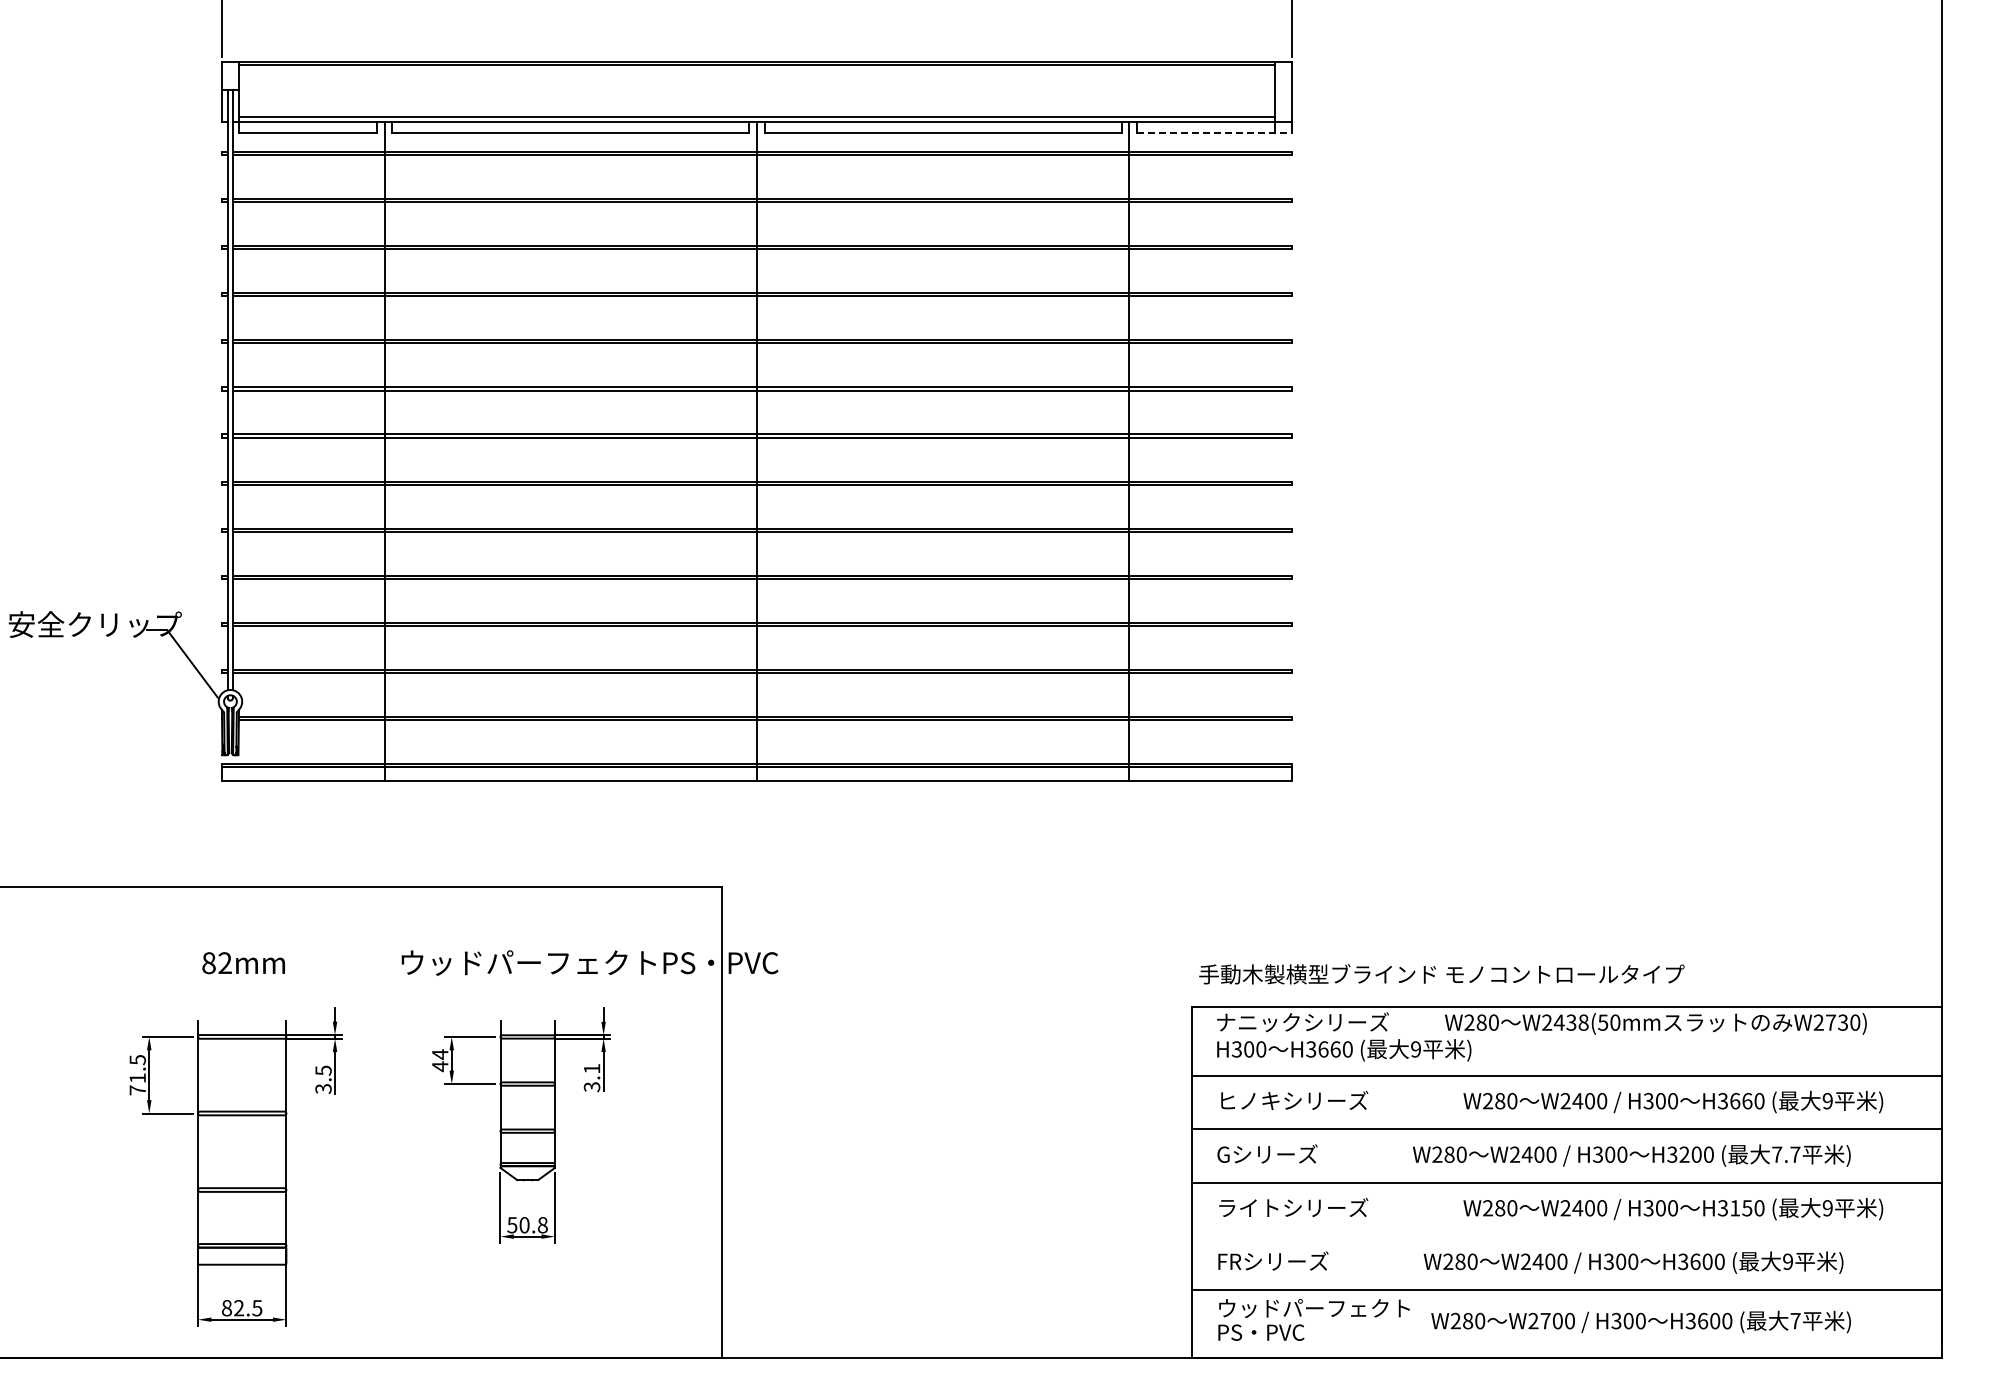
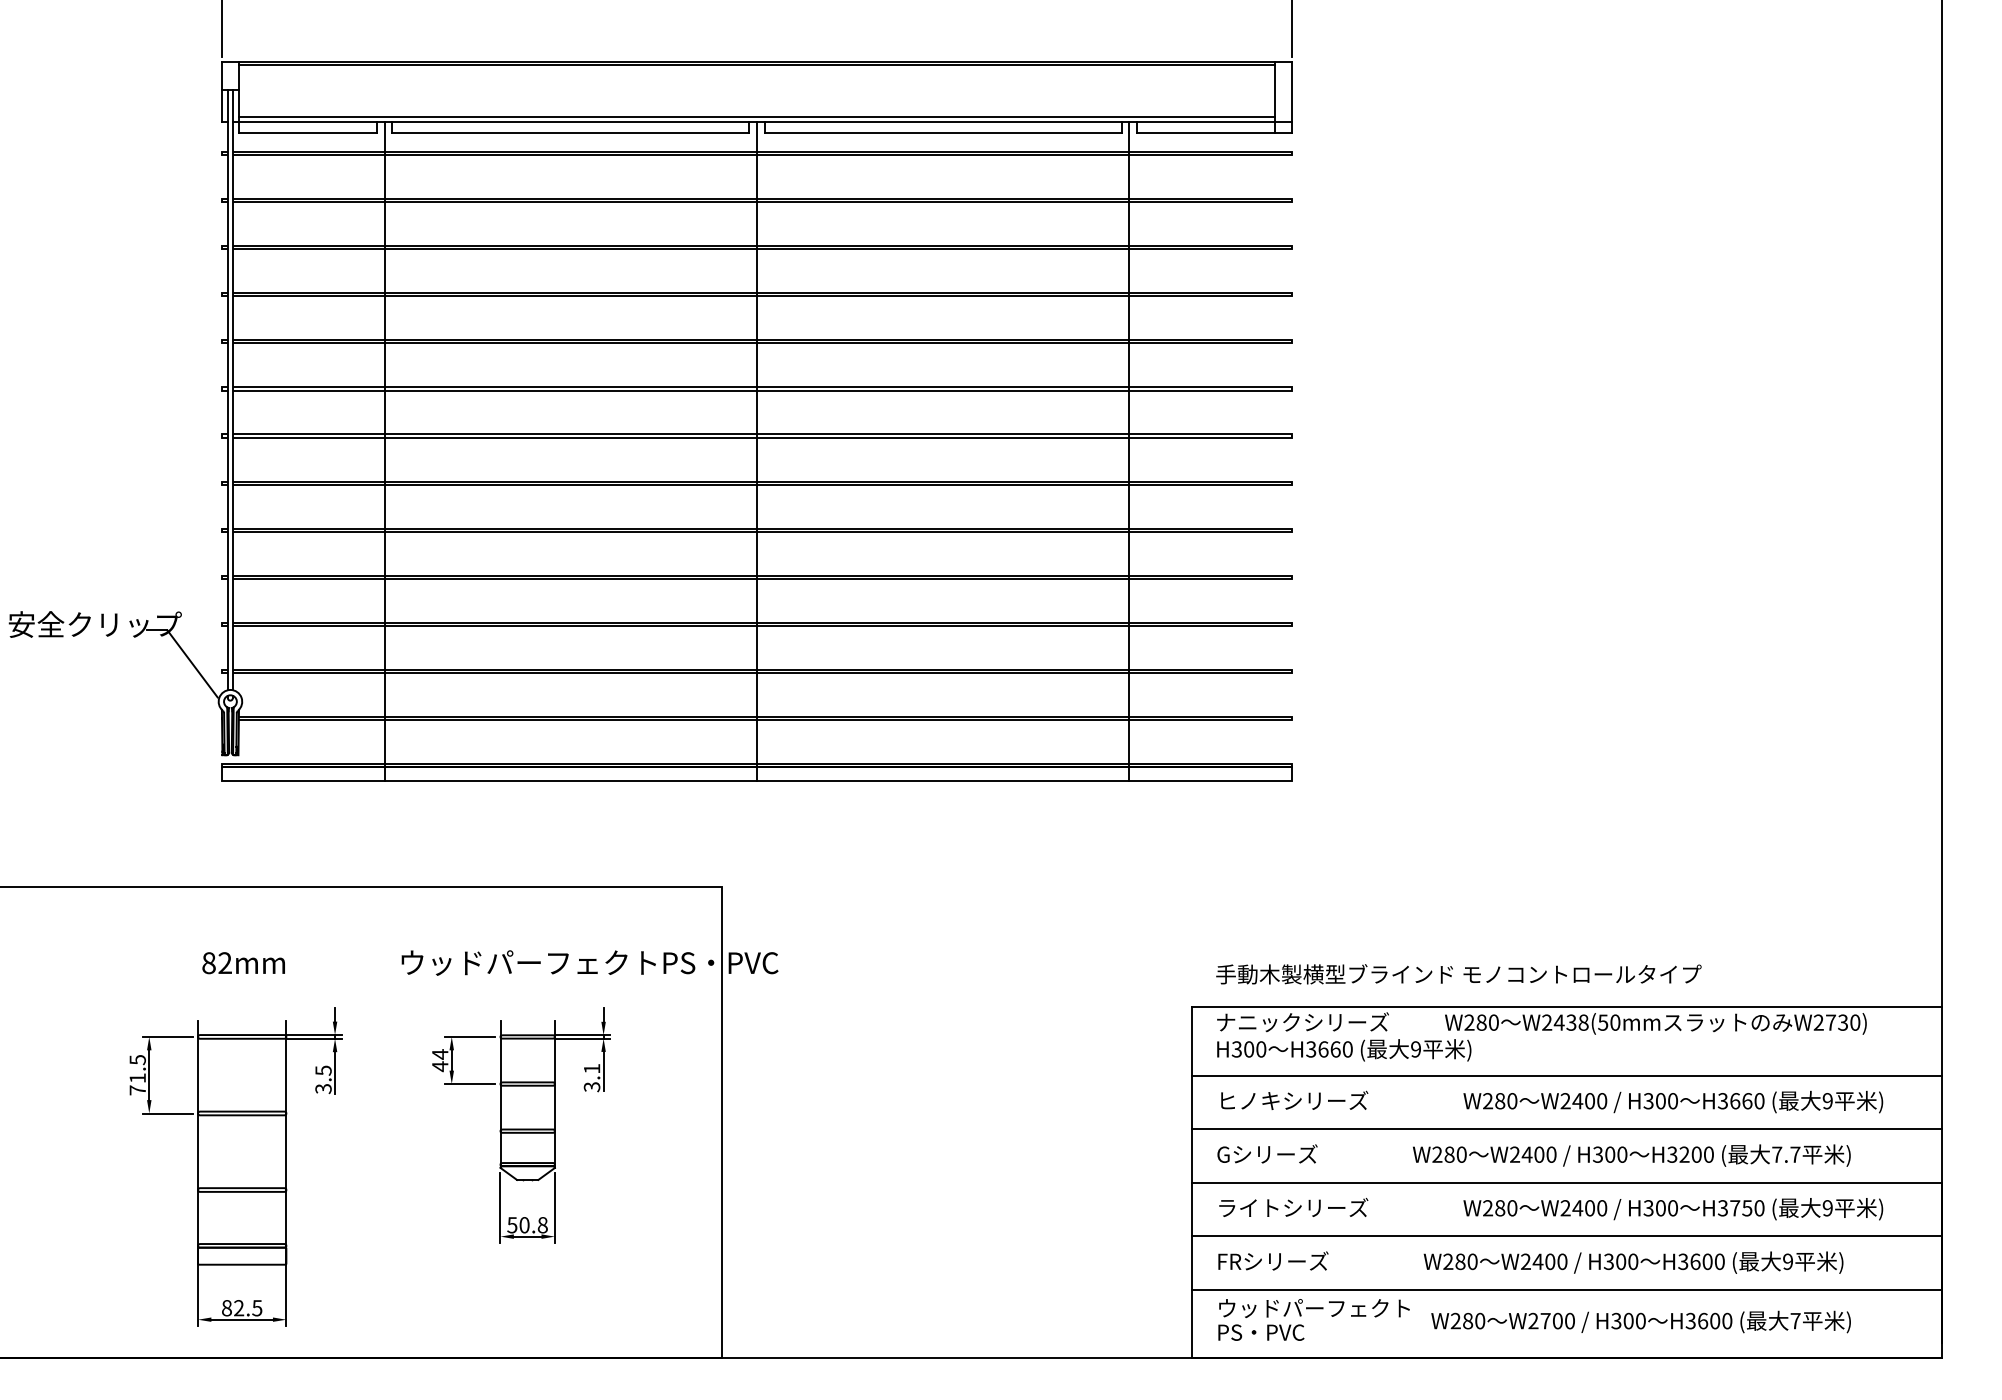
line at (1214, 132): dashed -> solid
text at (1441, 974) position: (1441, 974) -> (1458, 974)
text at (1735, 1208): H3150 -> H3750
line at (1566, 1236): none -> present
